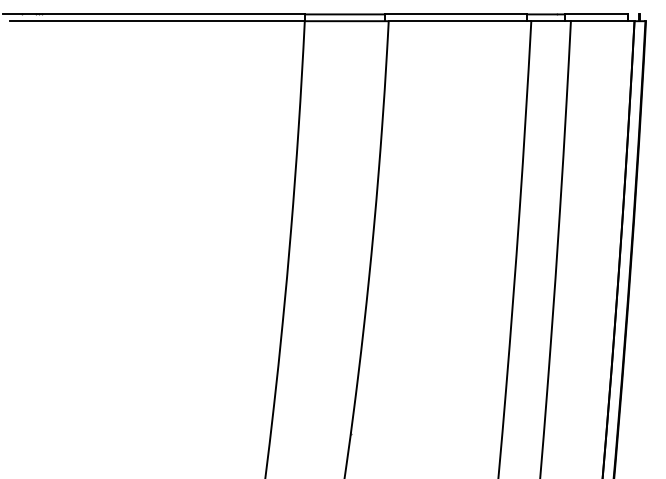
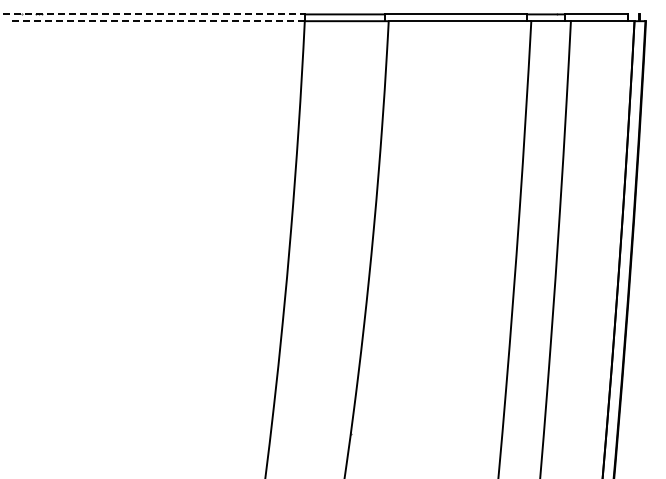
line at (154, 14): solid -> dashed
line at (156, 21): solid -> dashed
